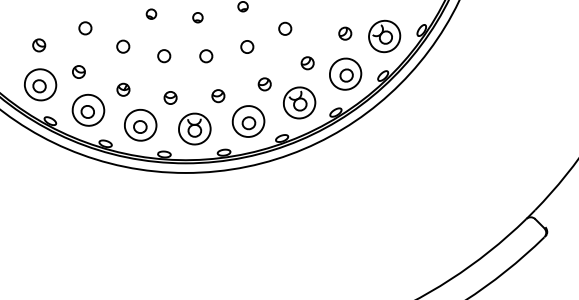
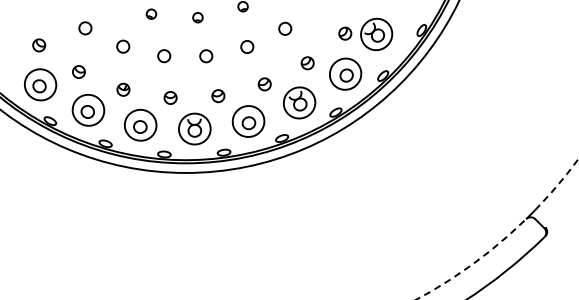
part at (384, 36) position: (384, 36) -> (376, 34)
arc at (558, 184): solid -> dashed
arc at (474, 262): solid -> dashed
